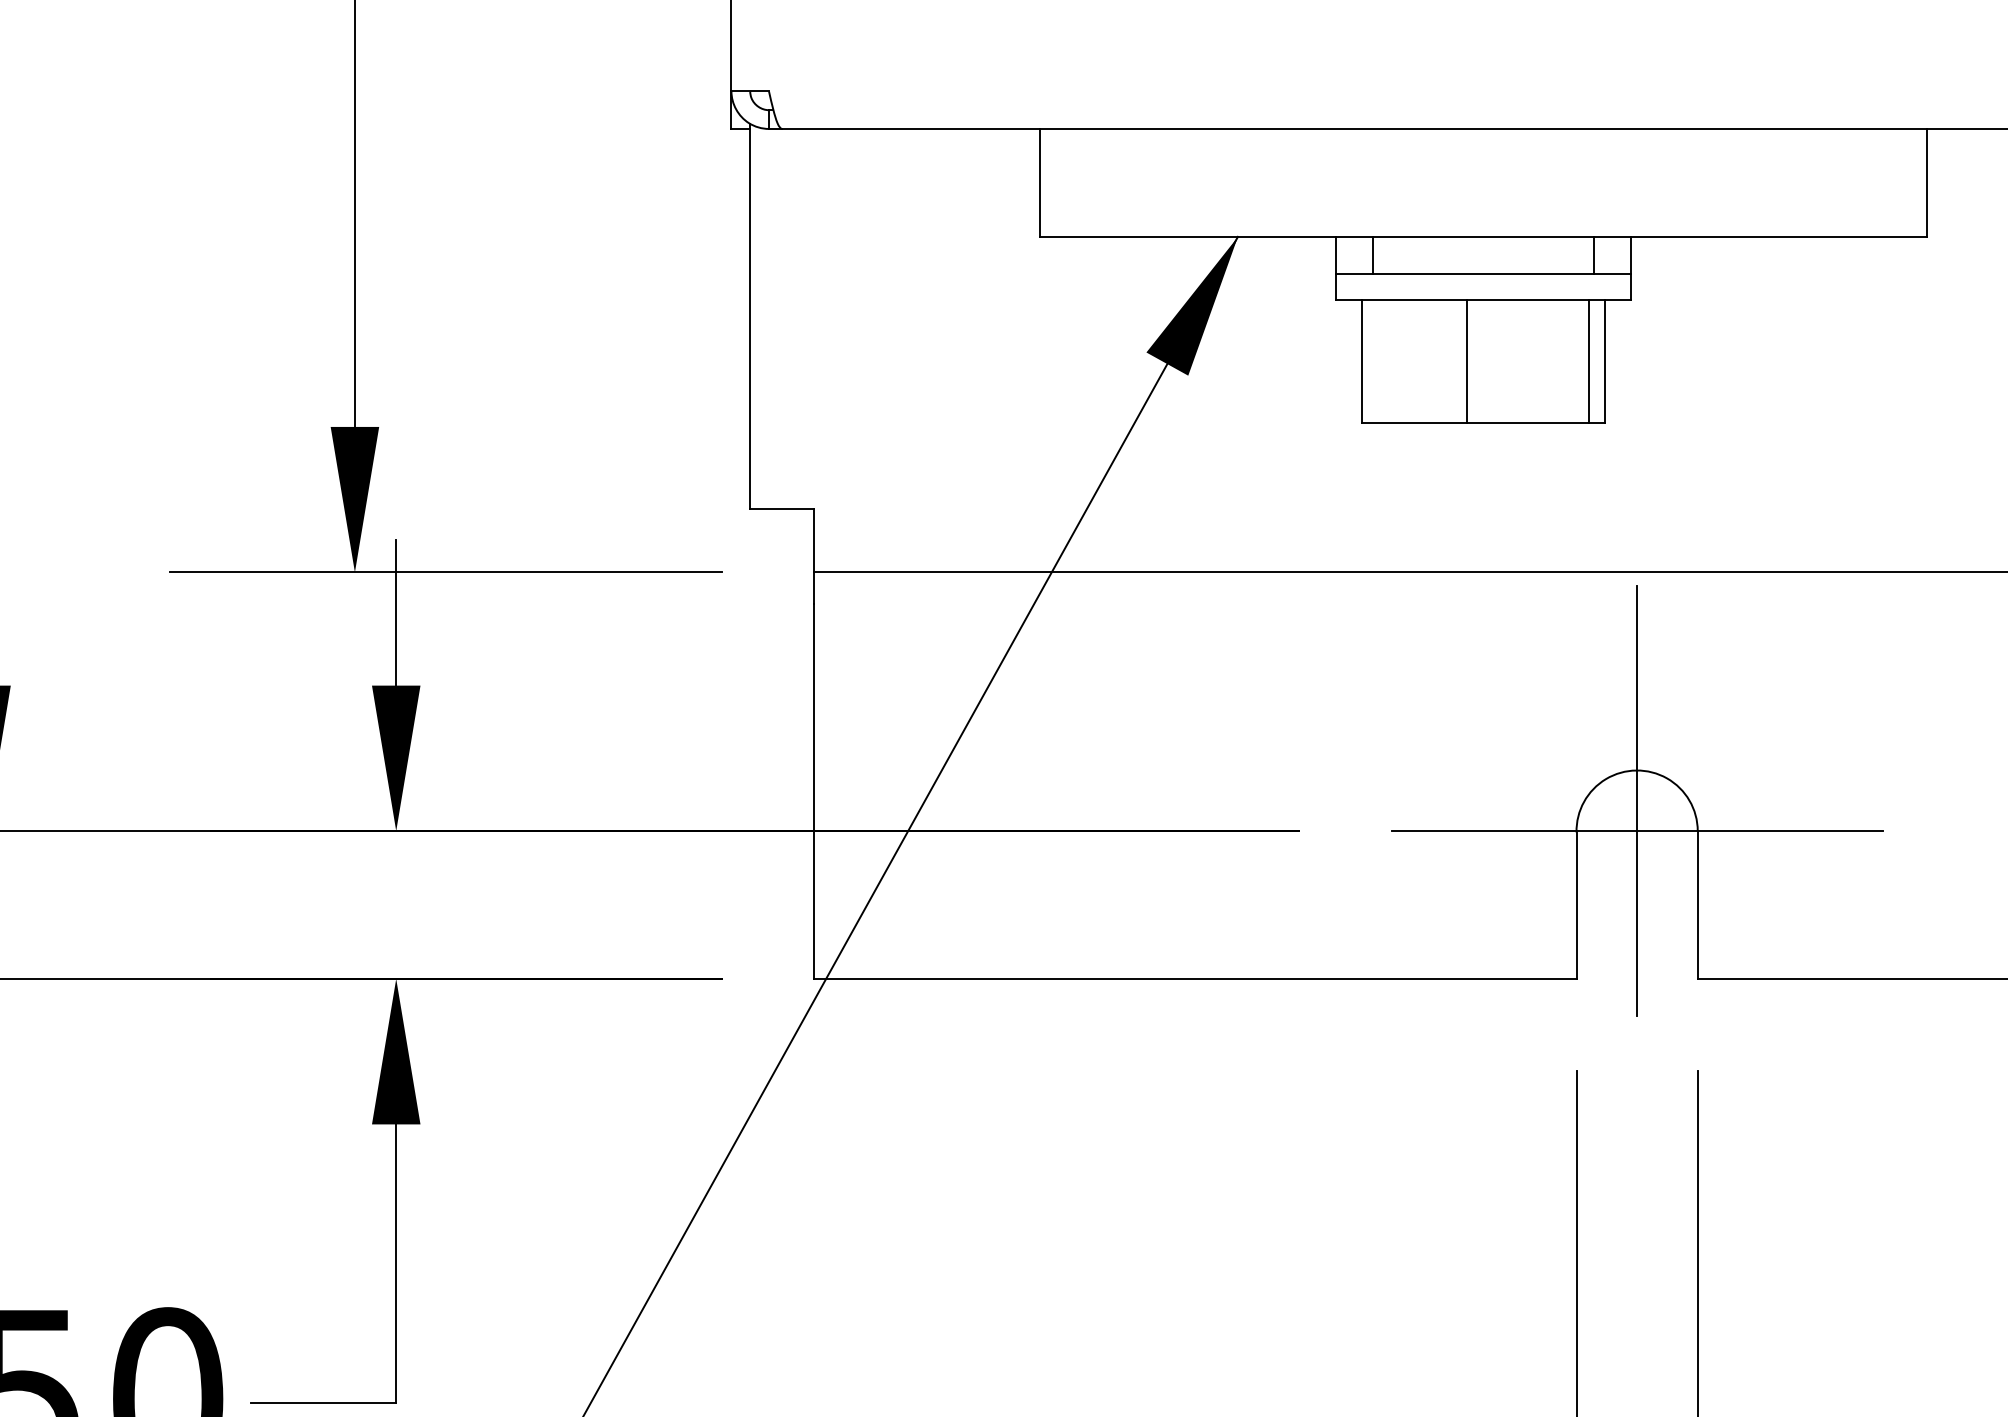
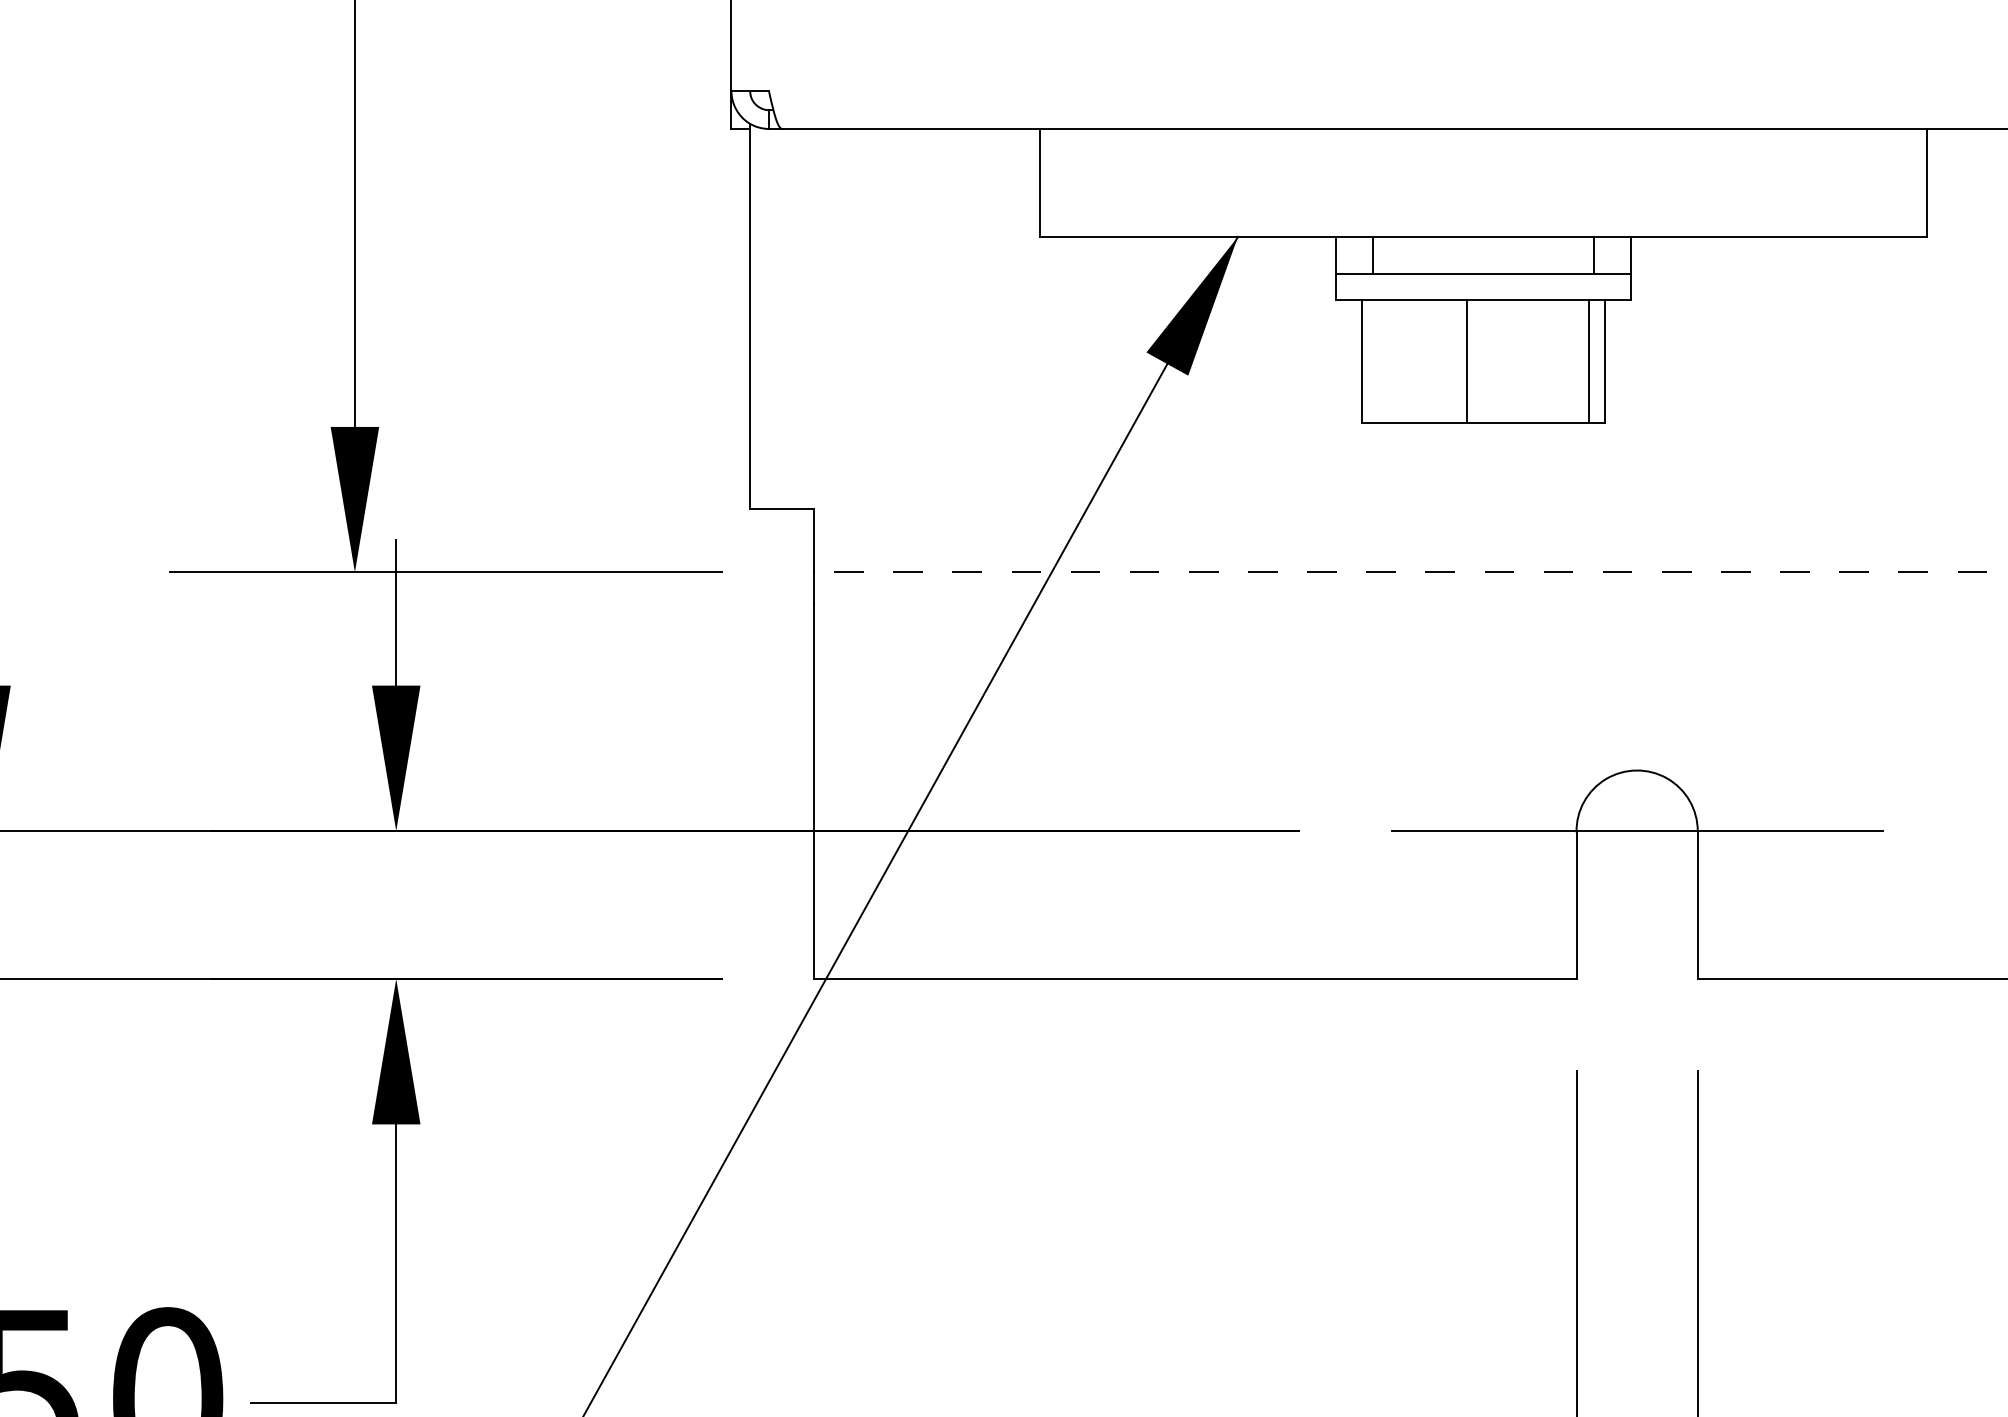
line at (1410, 572): solid -> dashed
line at (1637, 800): present -> none
